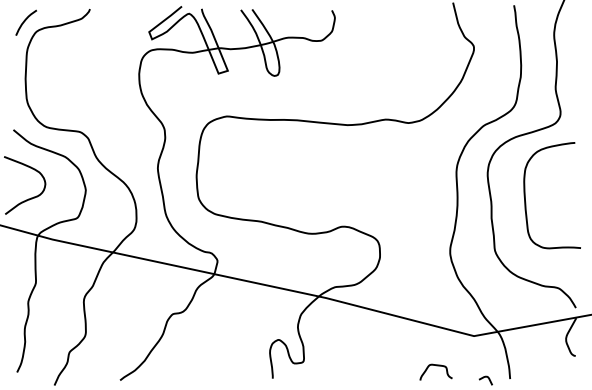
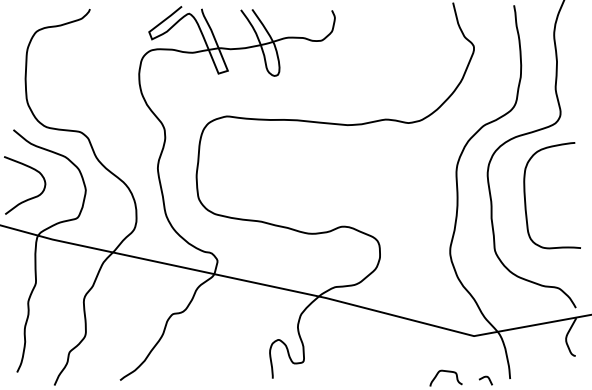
curve at (25, 21): present -> none
curve at (436, 366) position: (436, 366) -> (446, 372)
